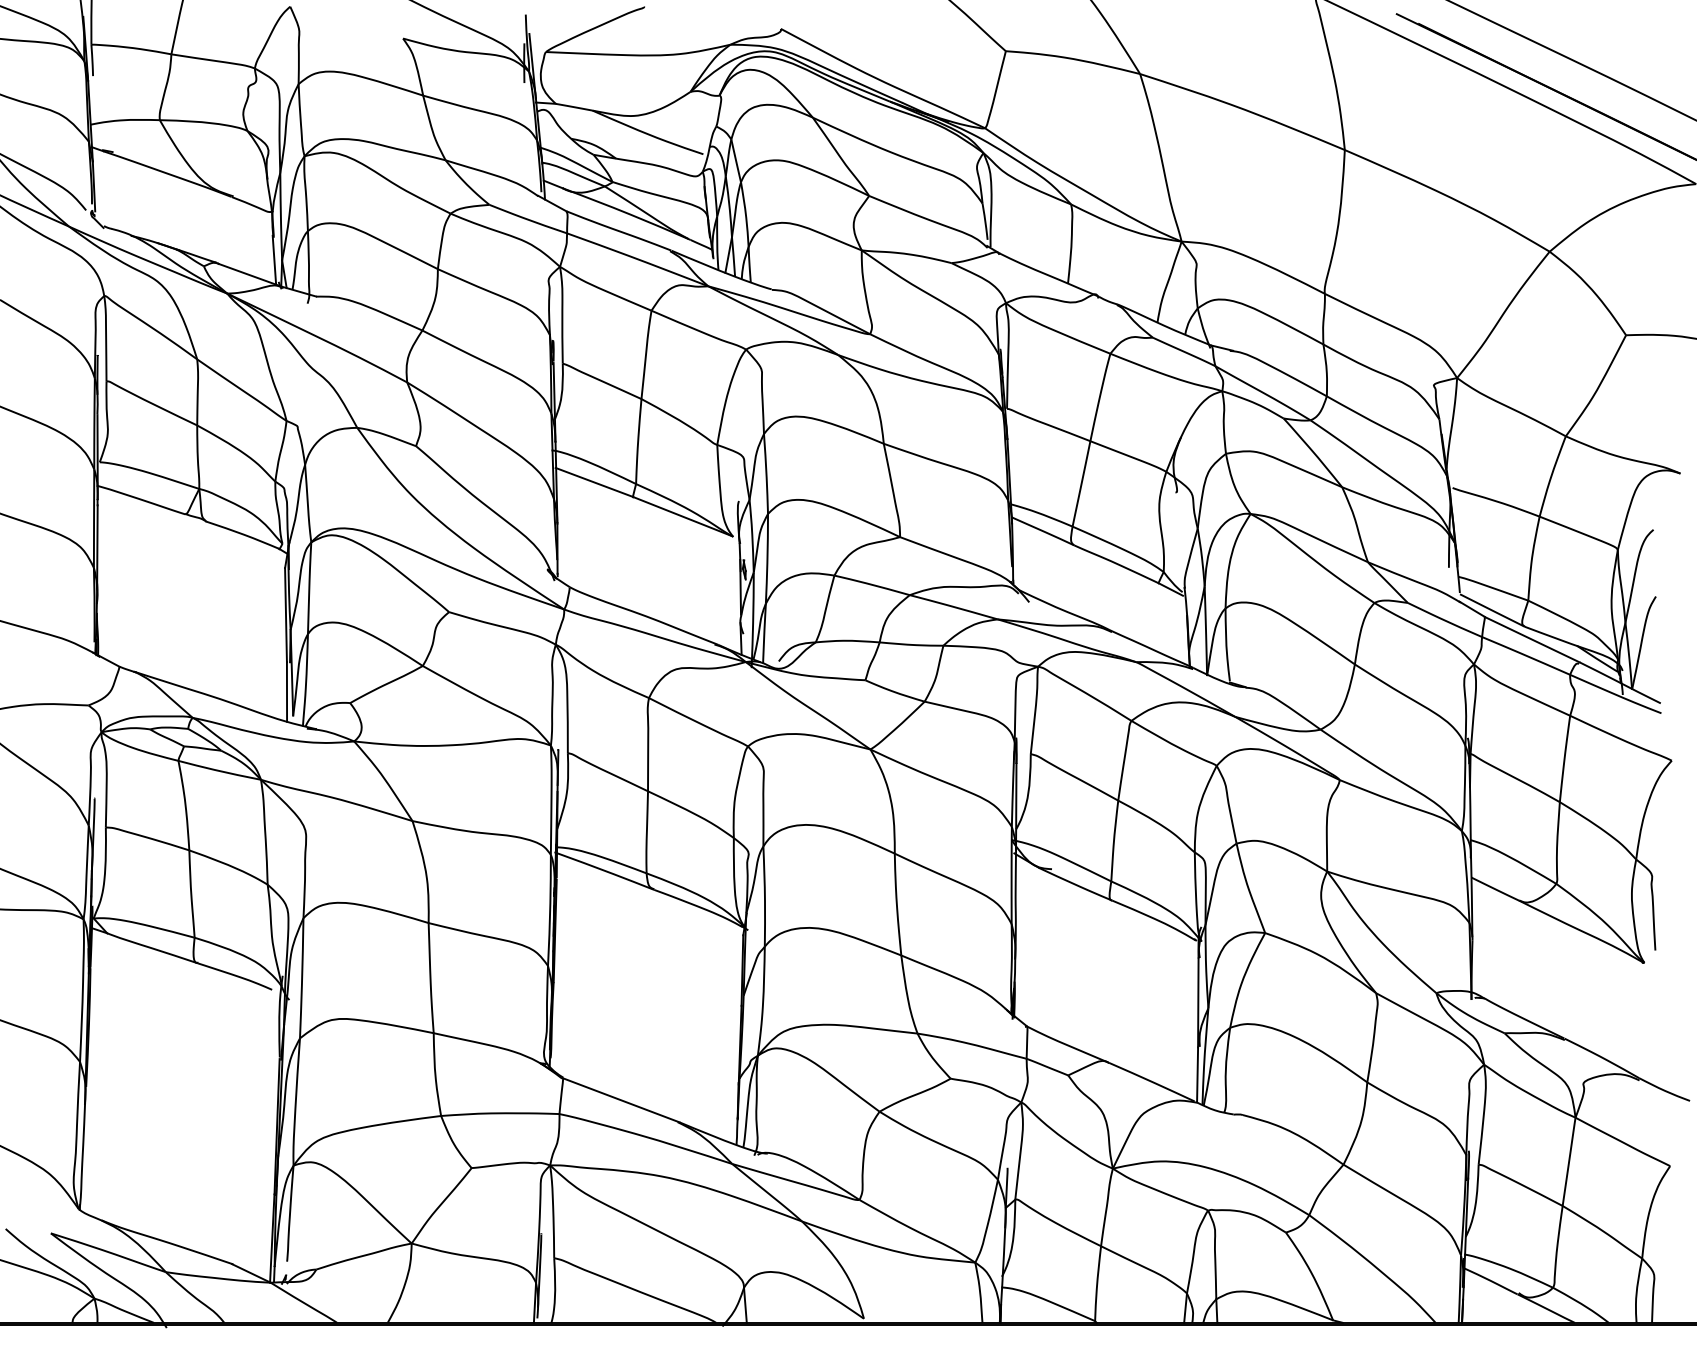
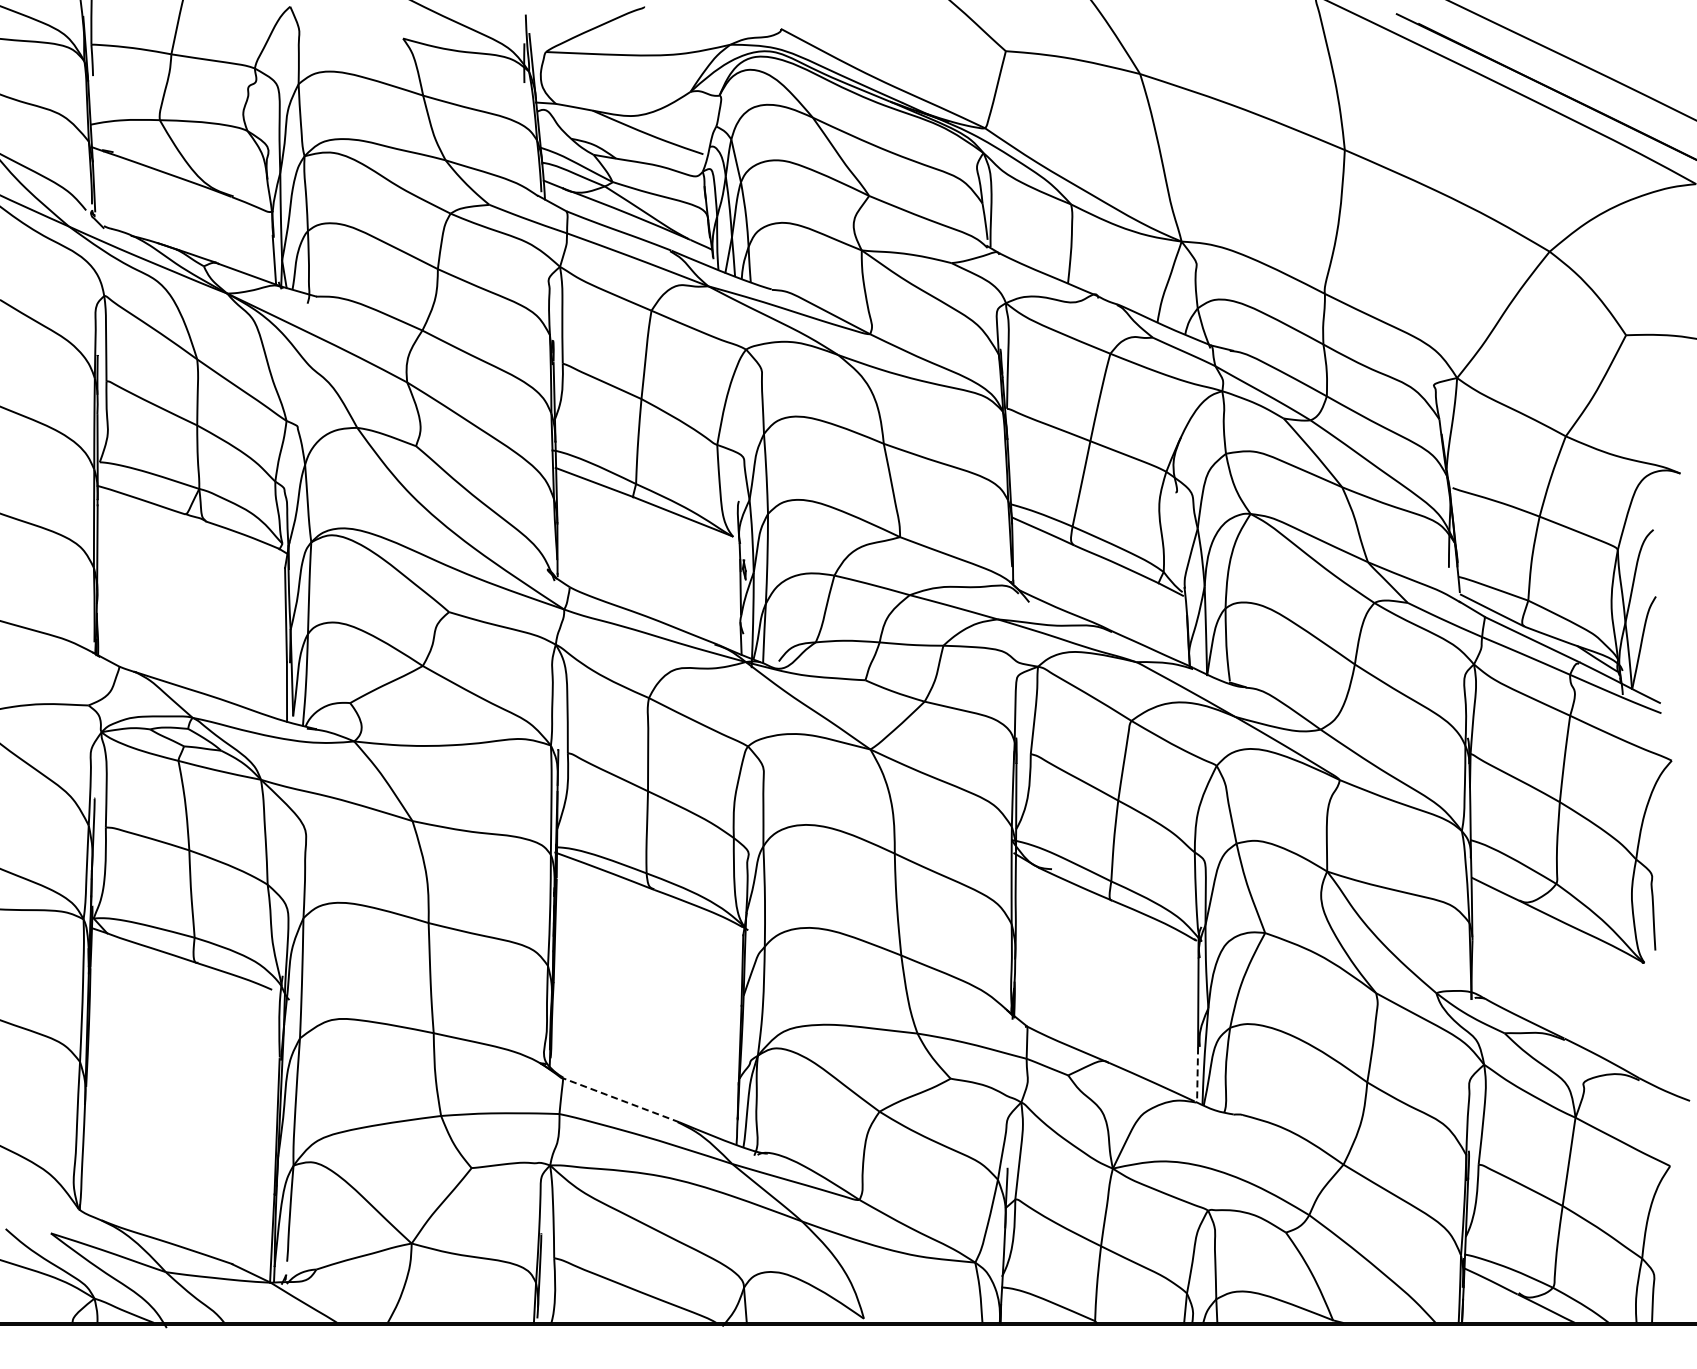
line at (1197, 1074): solid -> dashed
line at (620, 1100): solid -> dashed
